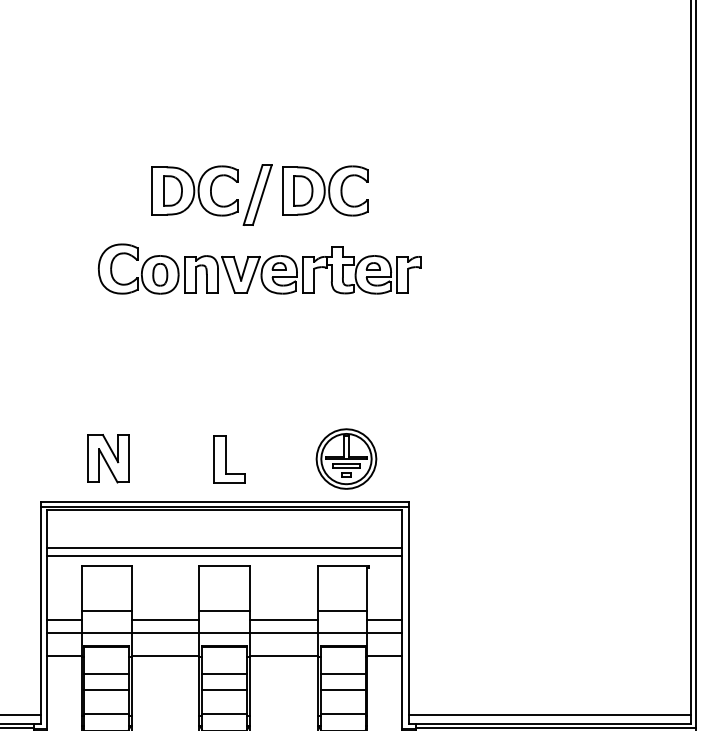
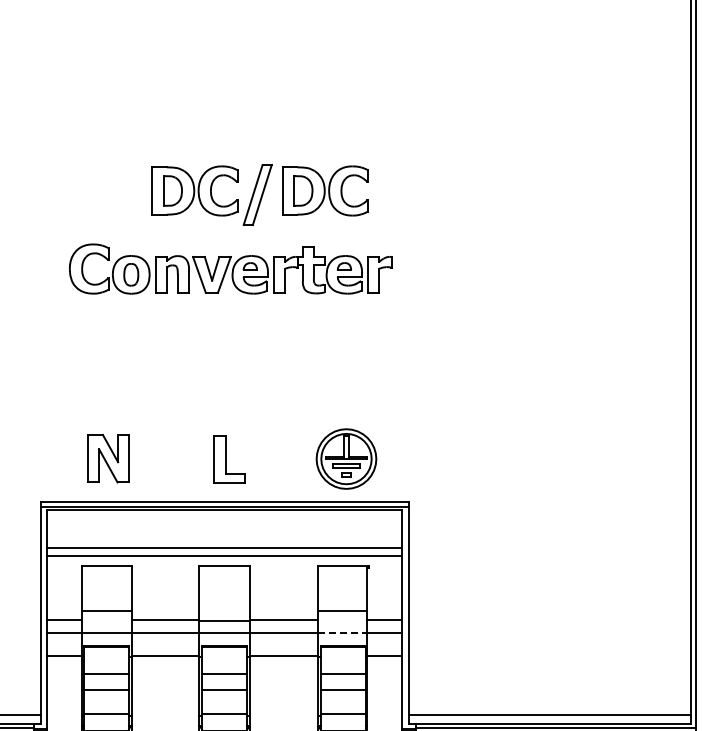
part at (259, 268) position: (259, 268) -> (230, 268)
line at (224, 611) position: (224, 611) -> (224, 621)
line at (342, 633): solid -> dashed
